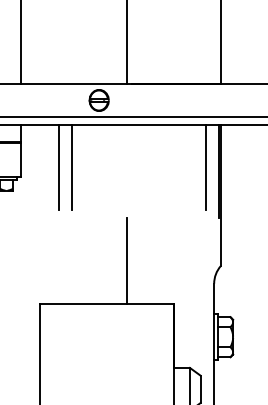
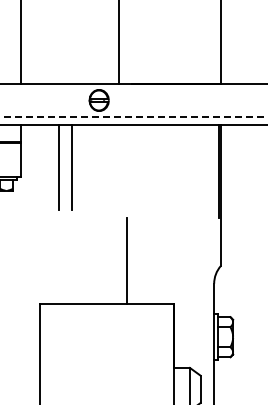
line at (127, 43) position: (127, 43) -> (119, 43)
line at (133, 116): solid -> dashed
line at (205, 167): present -> none
